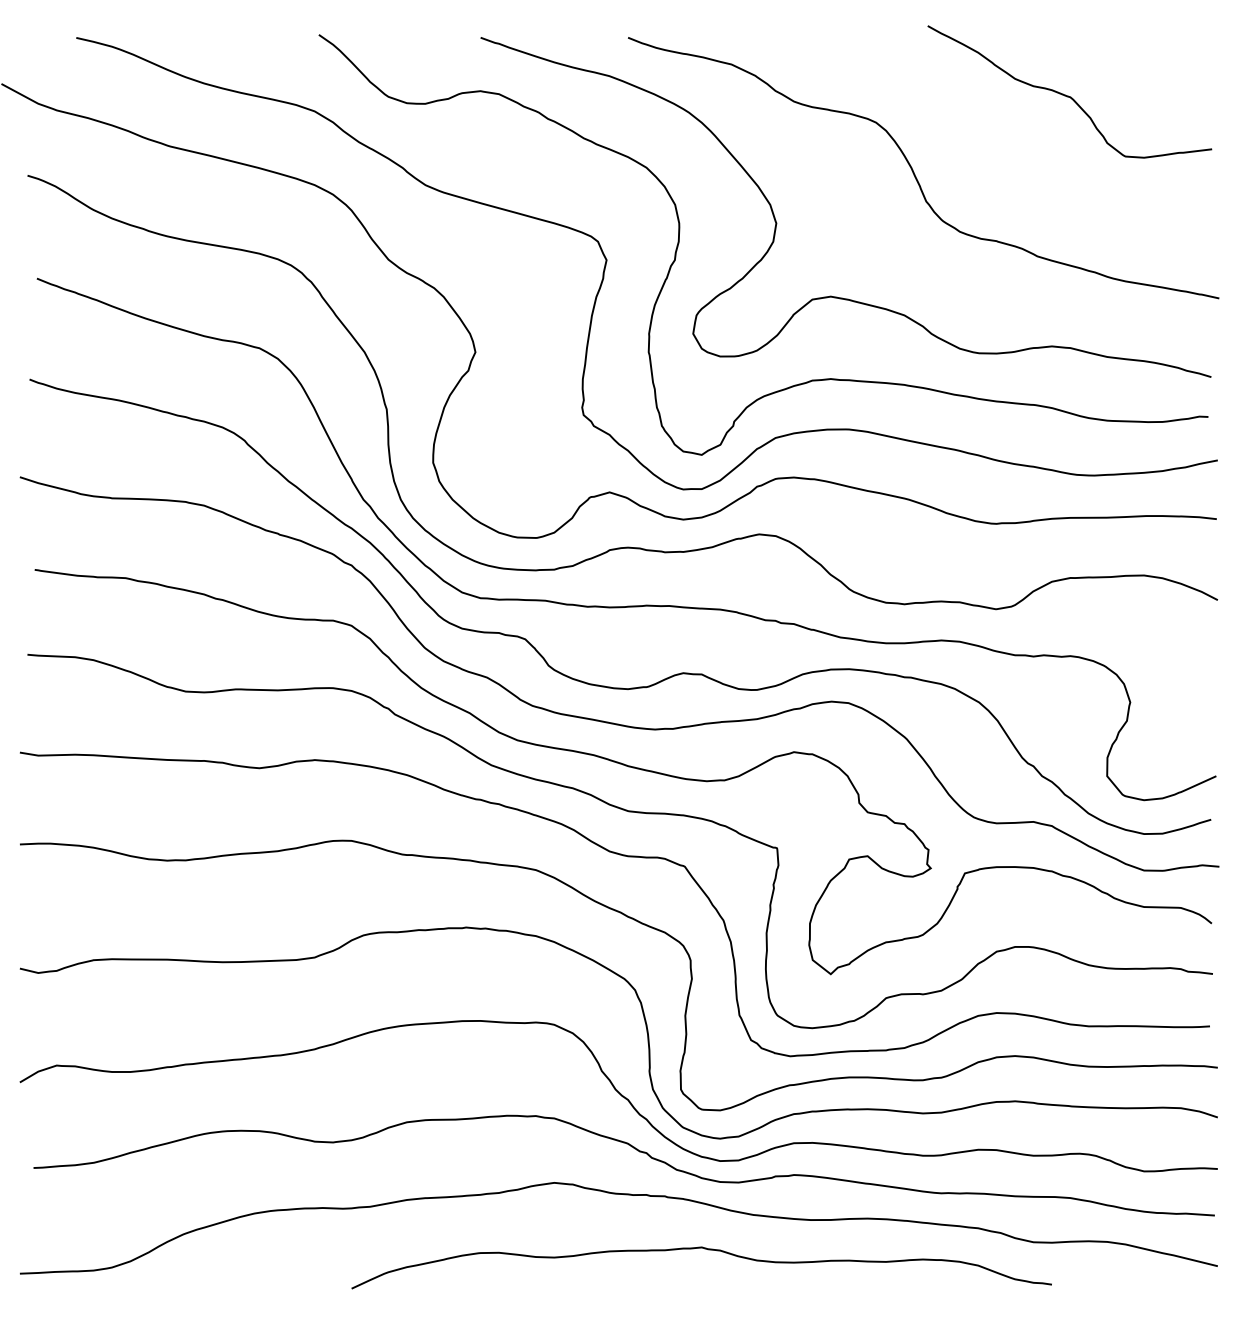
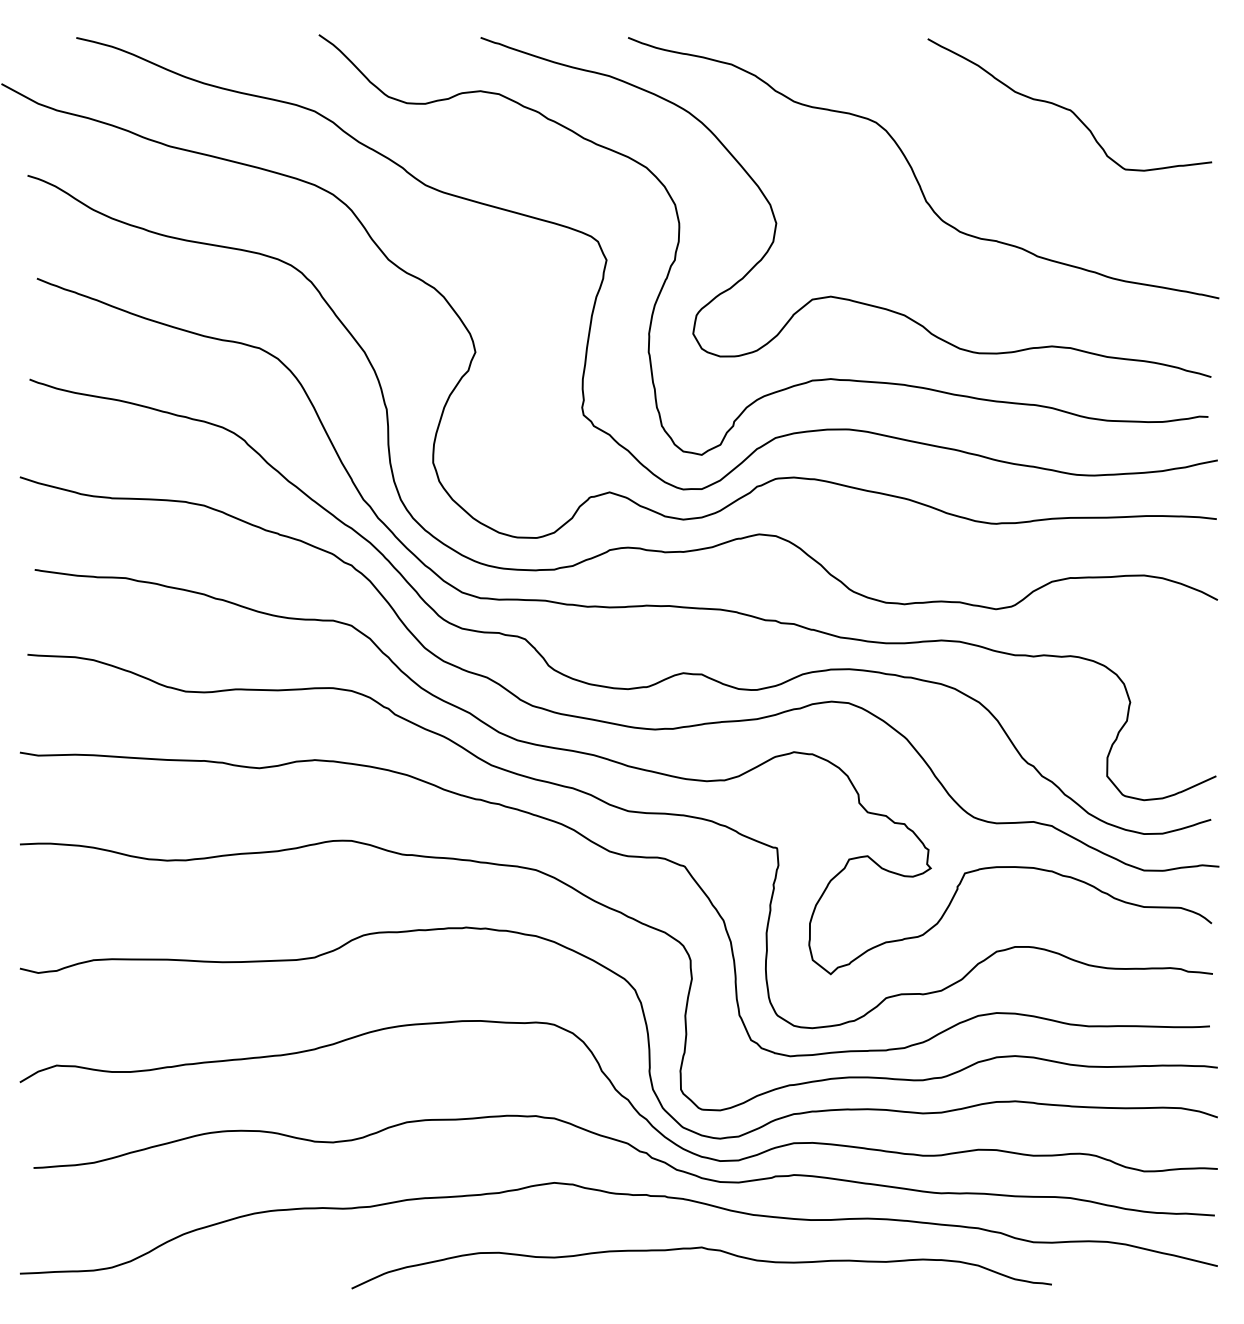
curve at (1068, 95) position: (1068, 95) -> (1068, 108)
